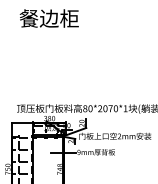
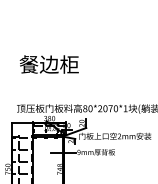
text at (48, 18) position: (48, 18) -> (48, 64)
